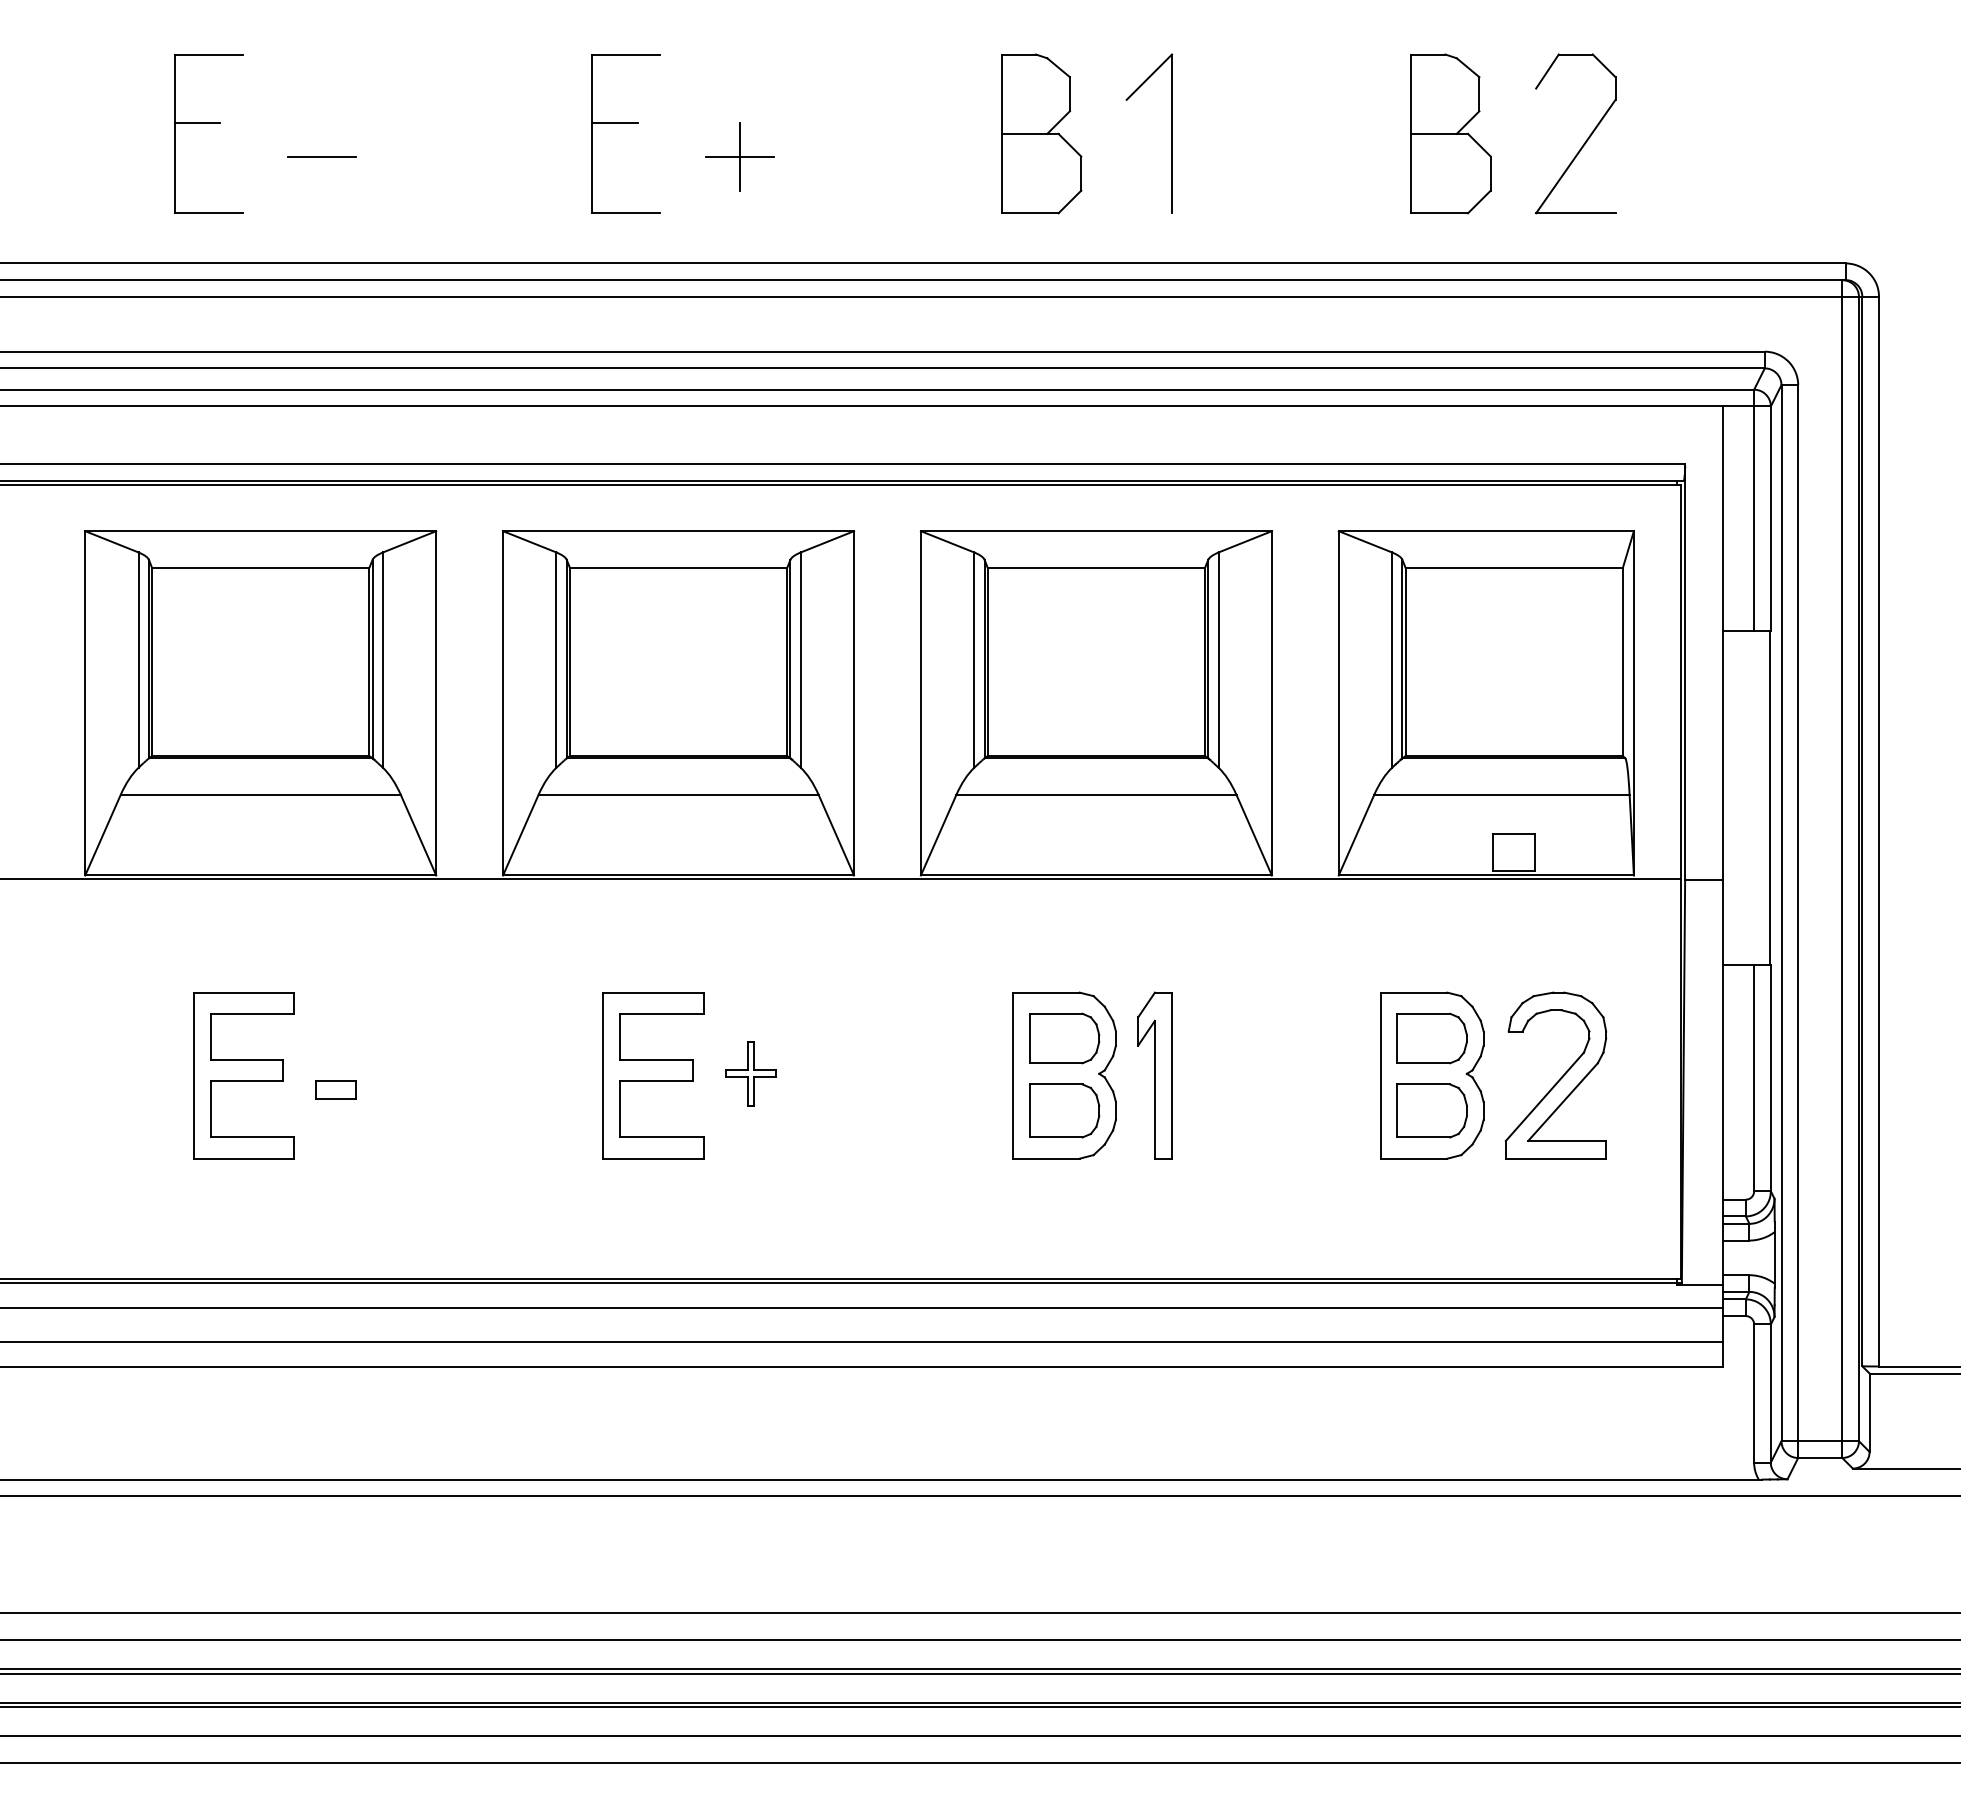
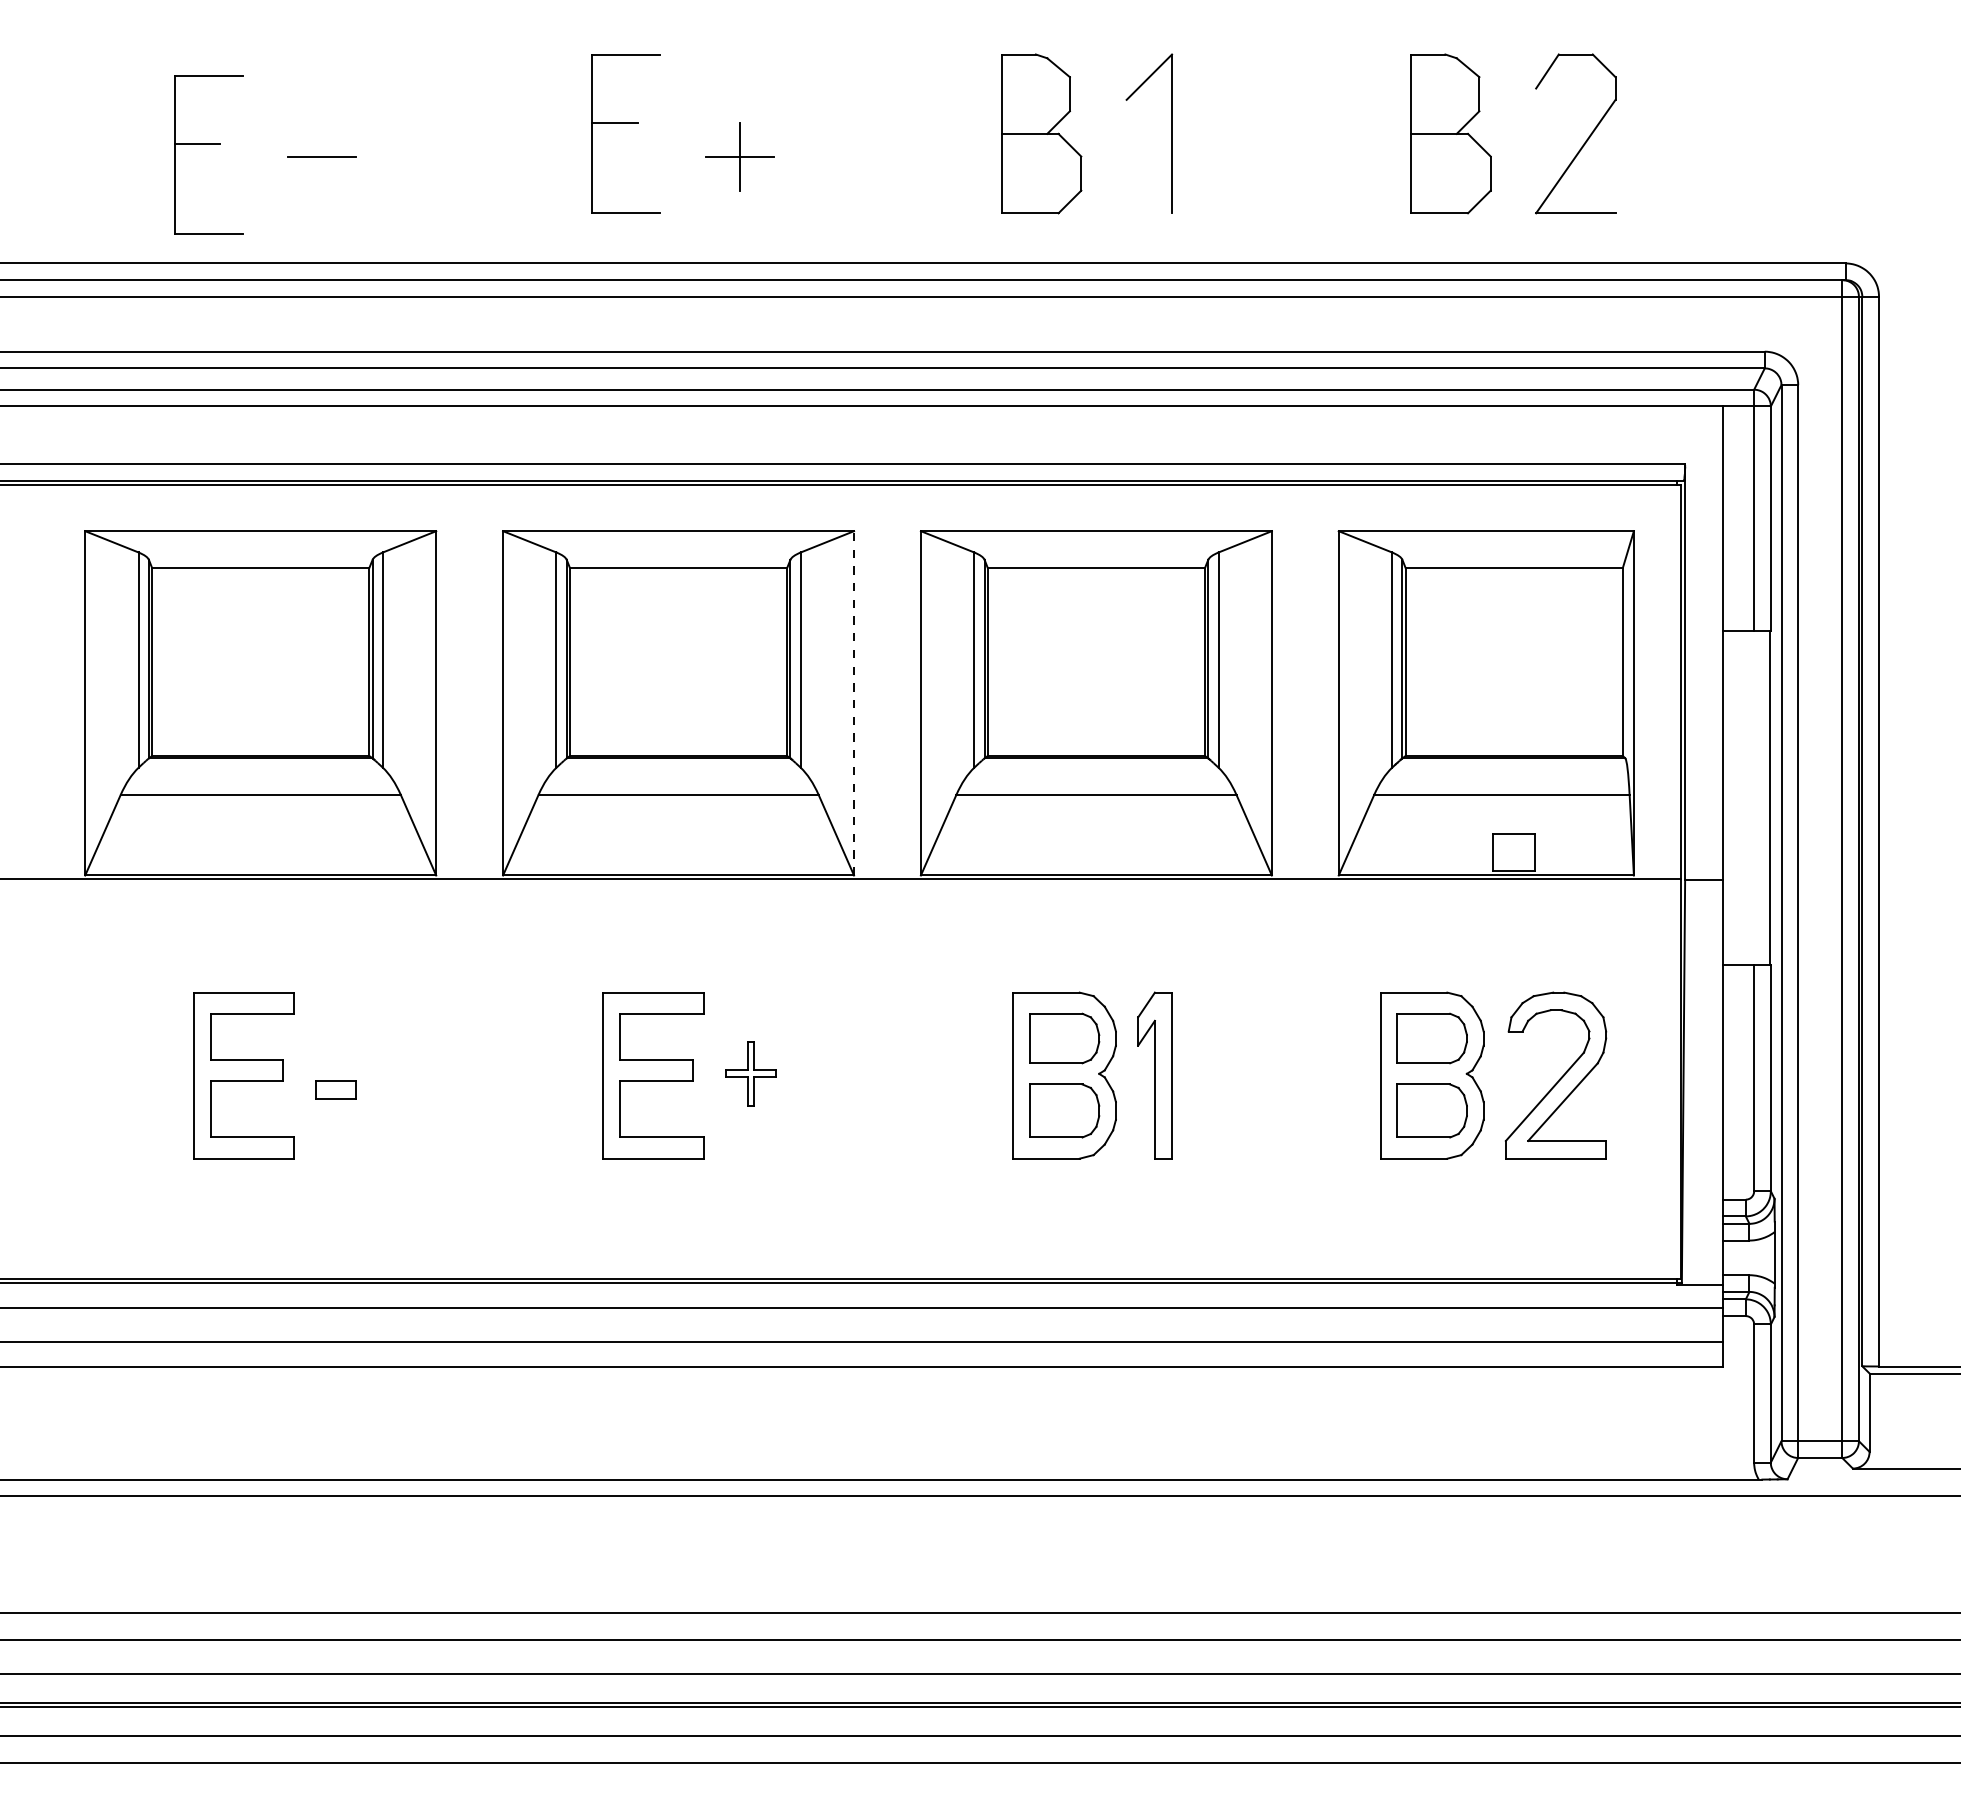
part at (208, 123) position: (208, 123) -> (208, 144)
line at (854, 702): solid -> dashed
line at (979, 1669): present -> none
